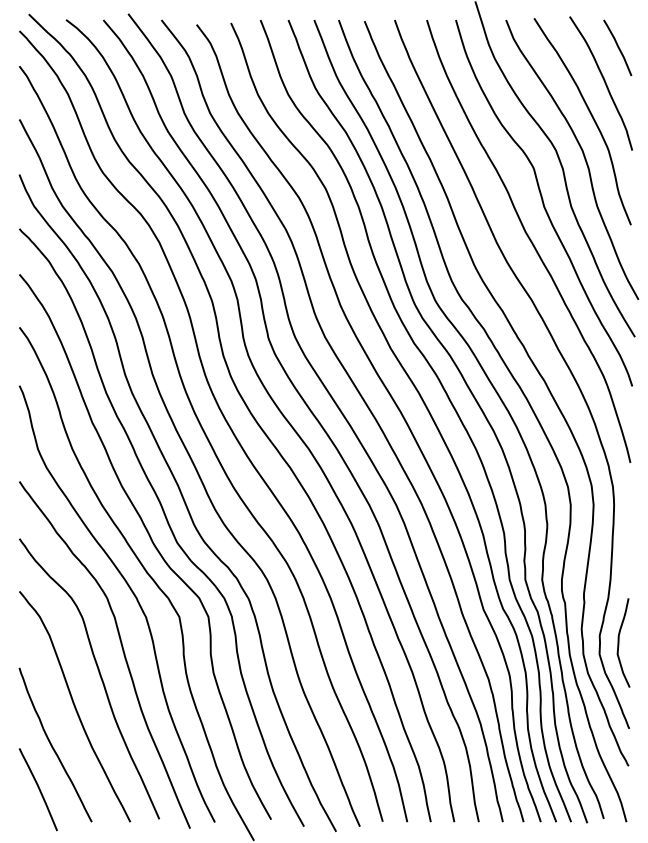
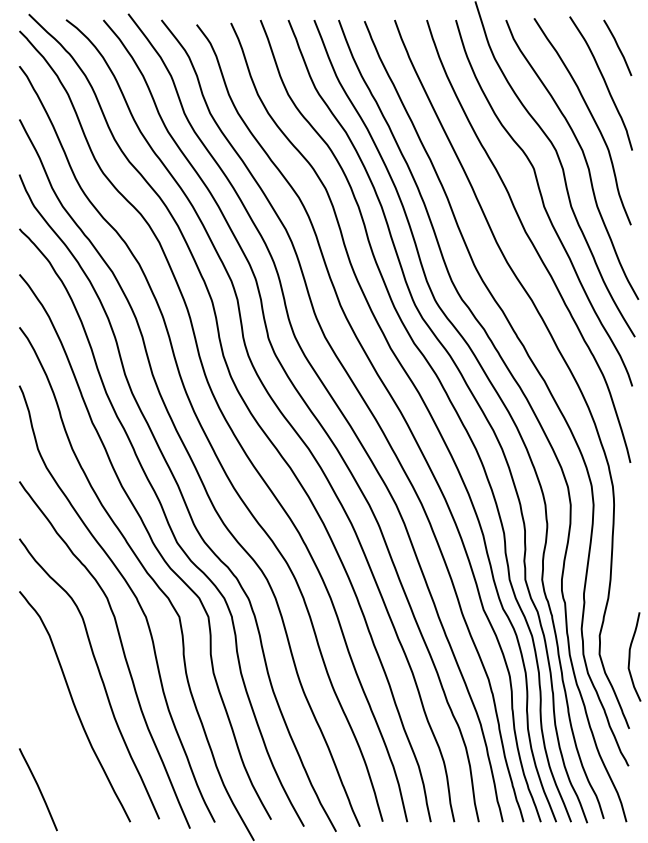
curve at (619, 642) position: (619, 642) -> (630, 656)
curve at (53, 746): present -> none
